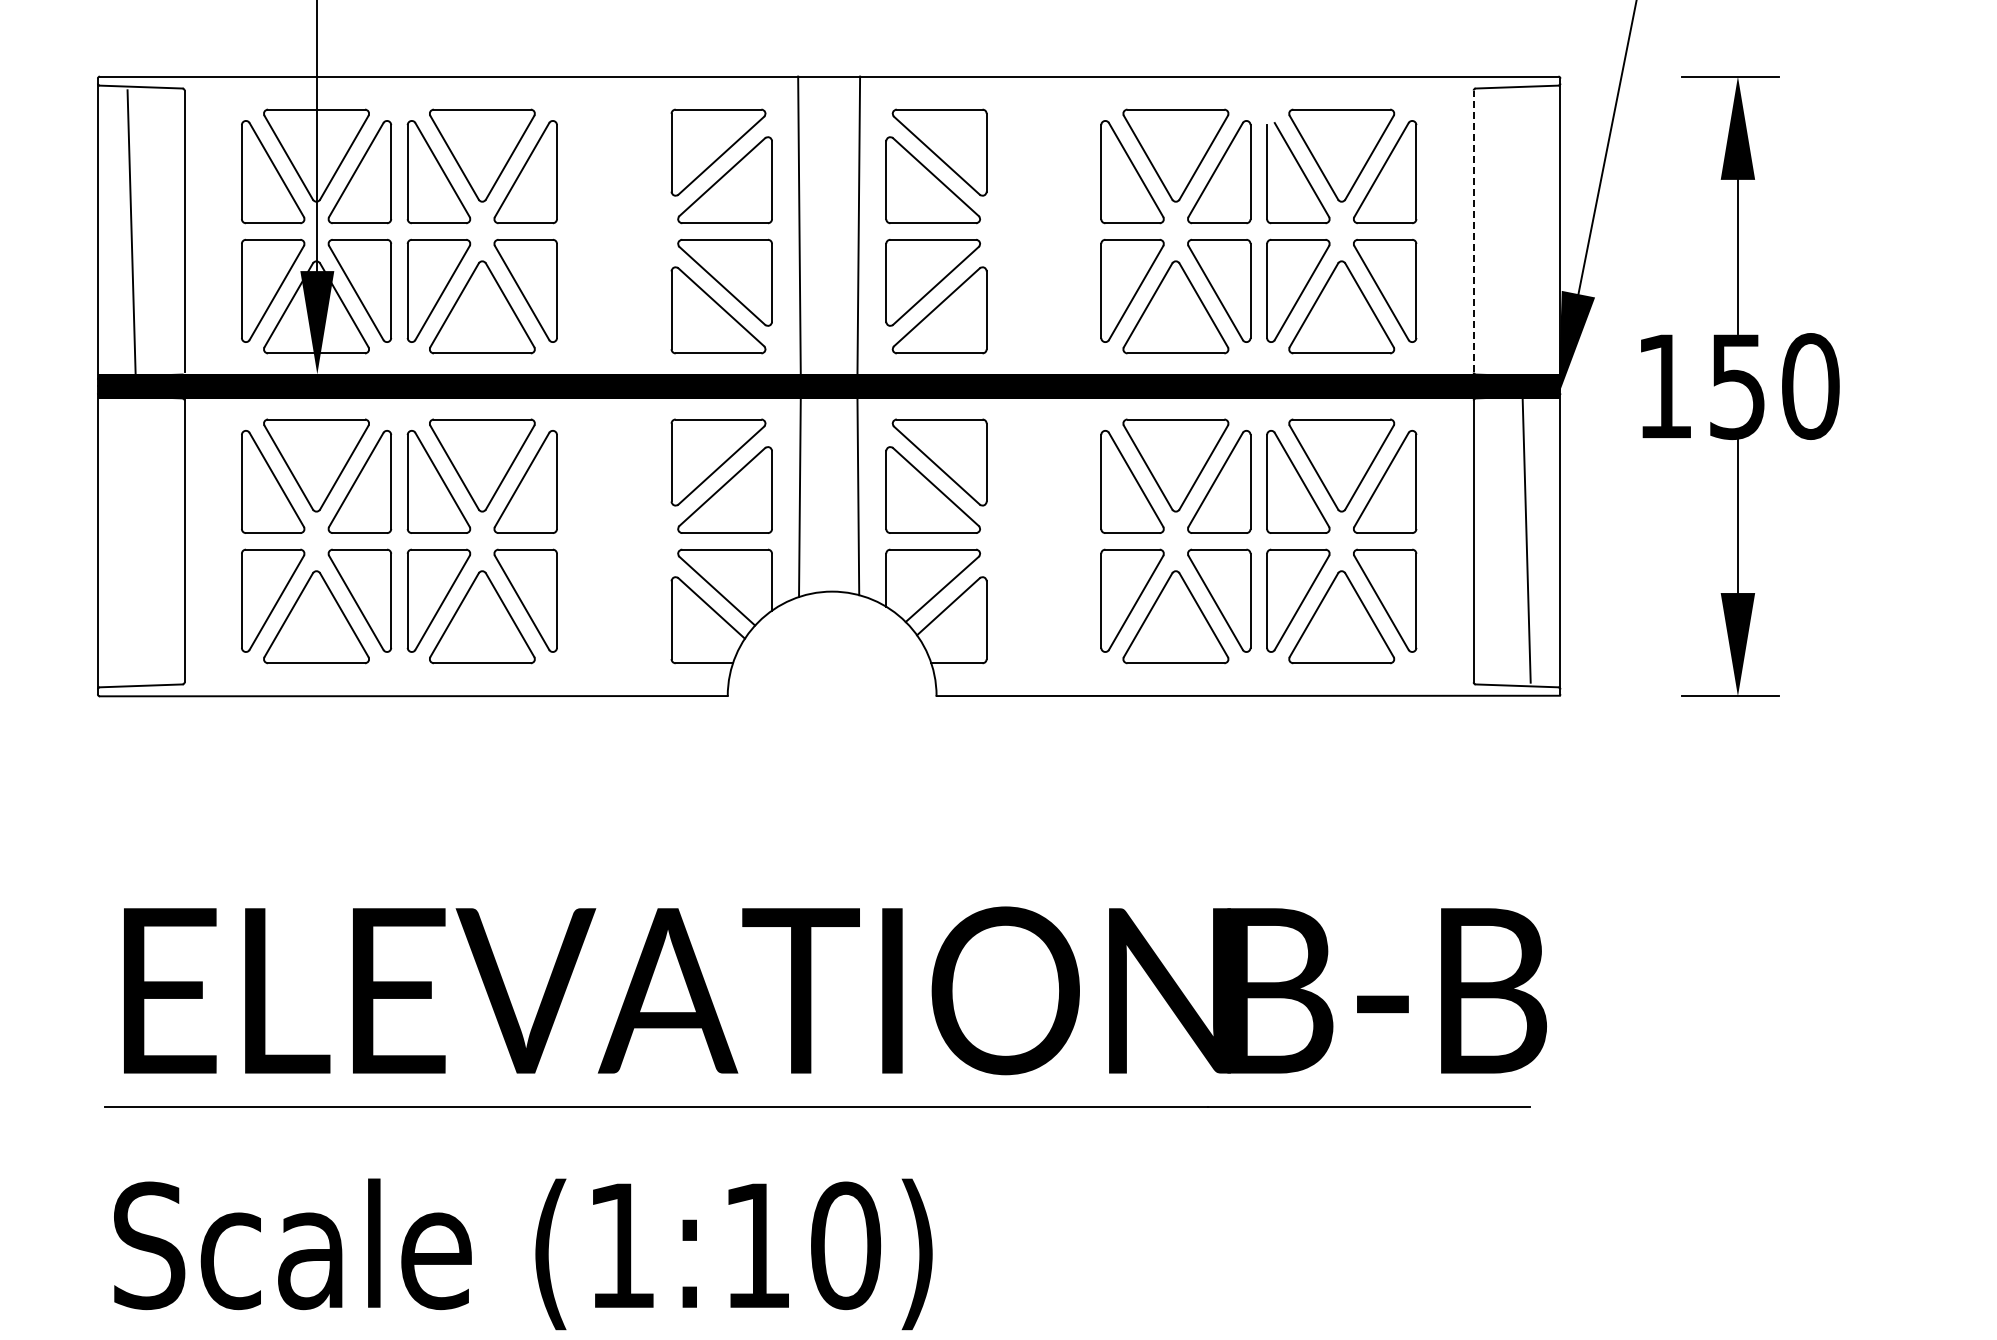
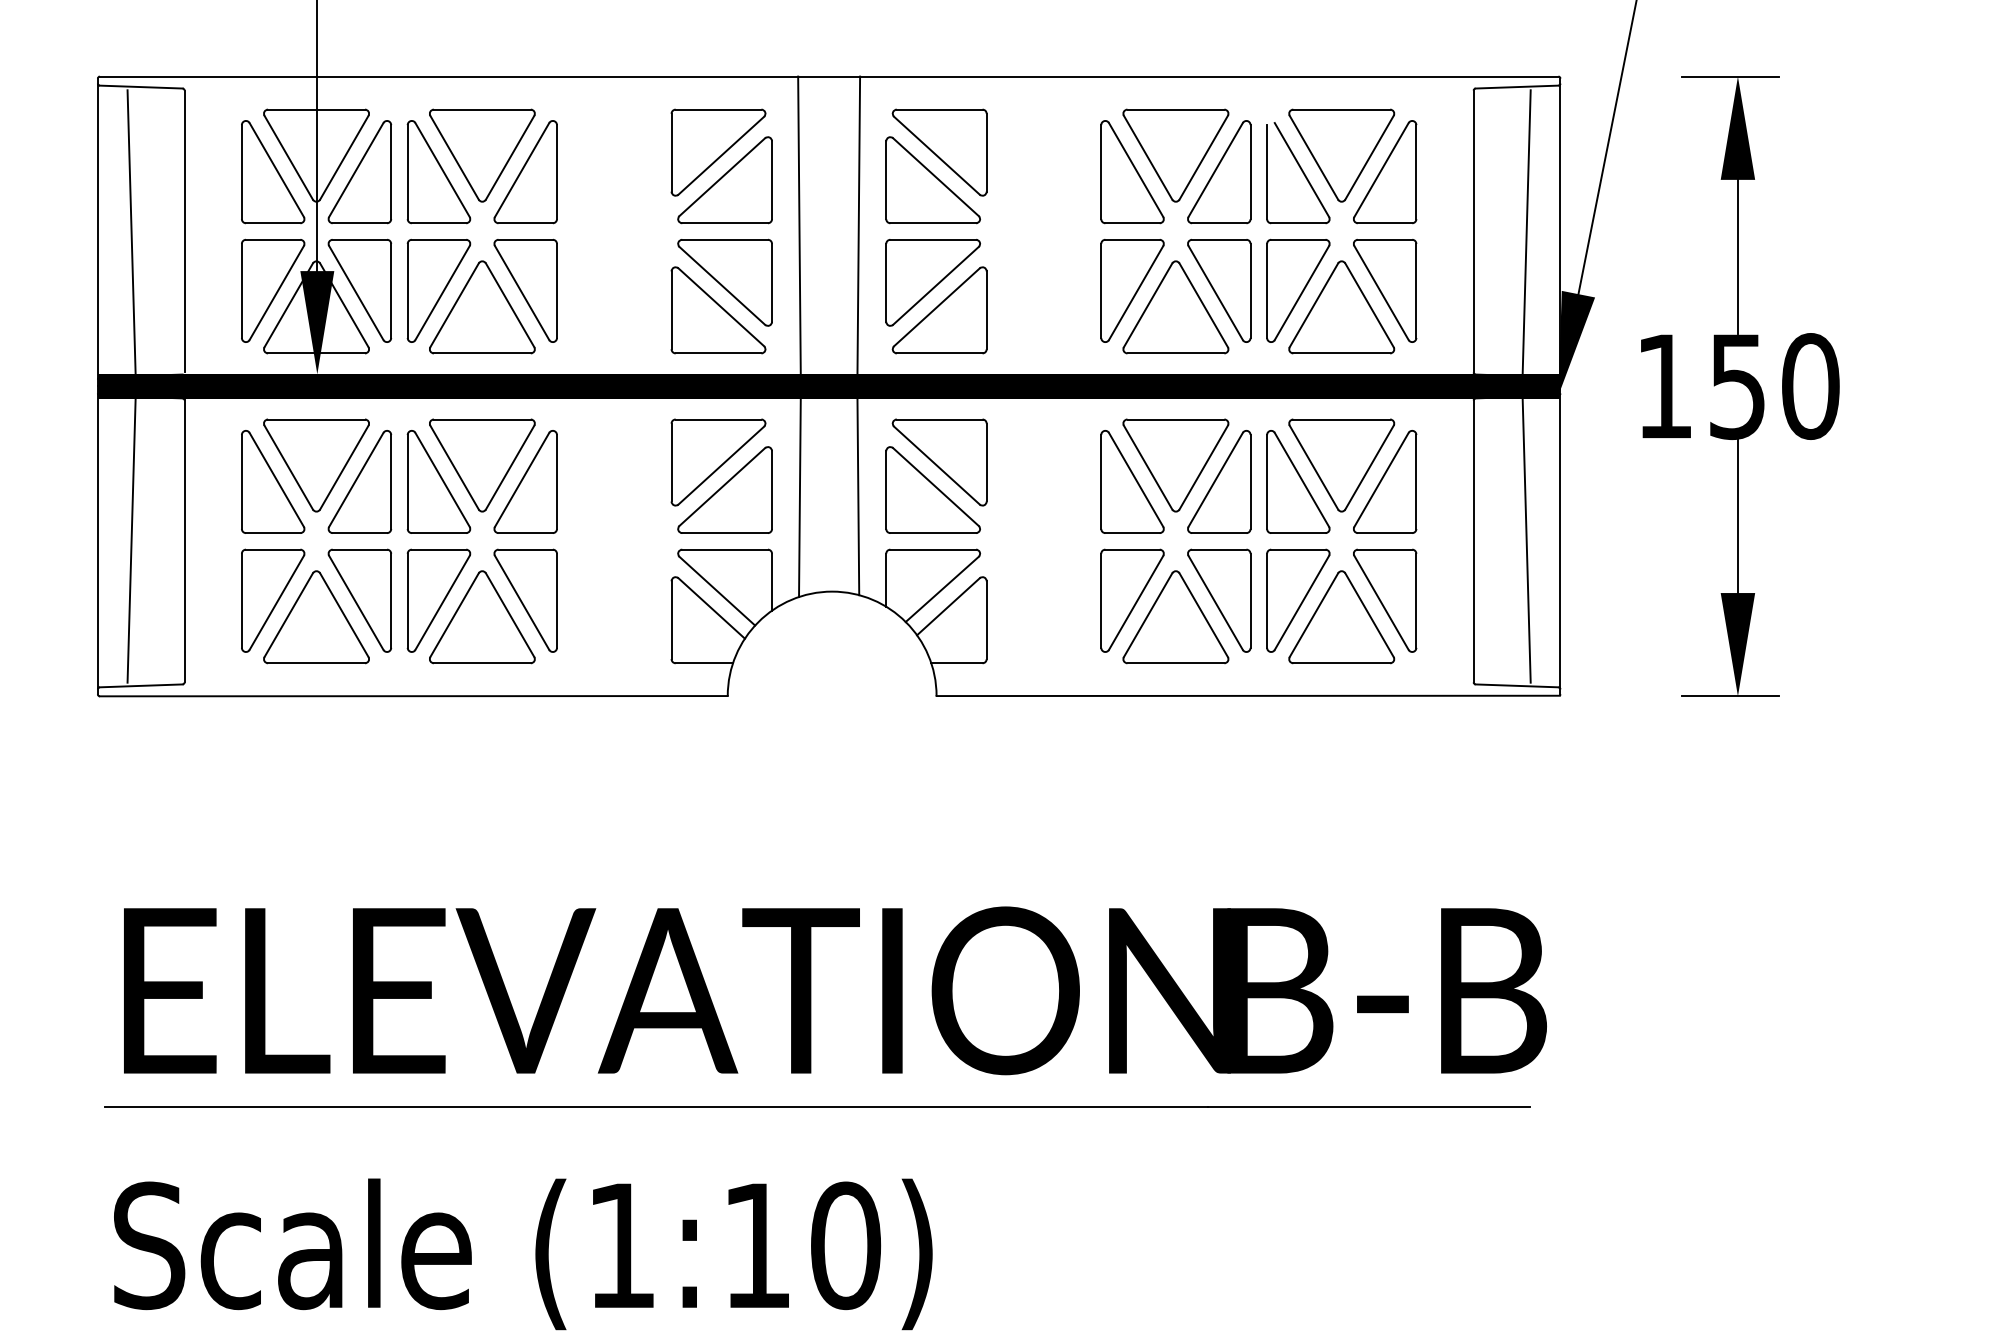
line at (1473, 231): dashed -> solid
line at (1526, 231): none -> present
line at (131, 540): none -> present
